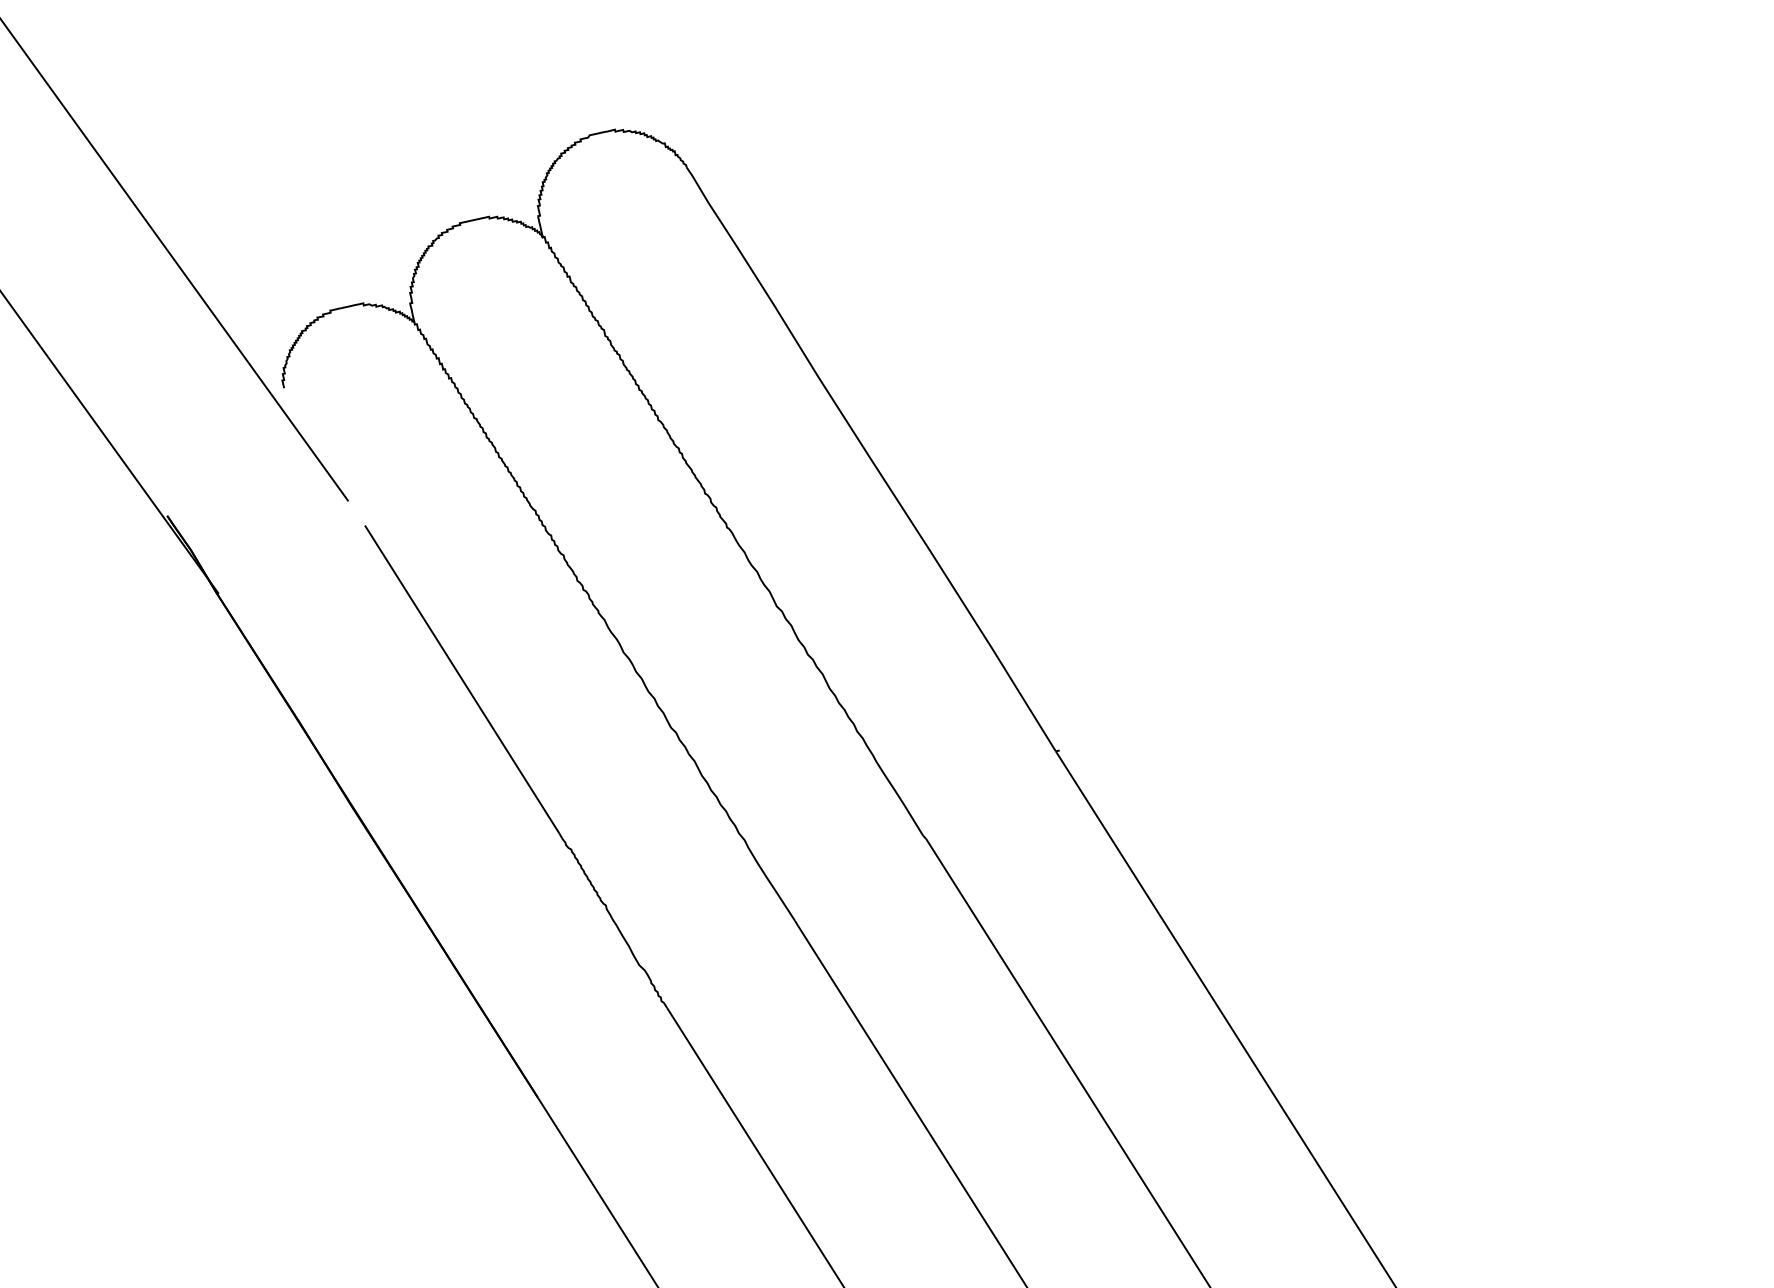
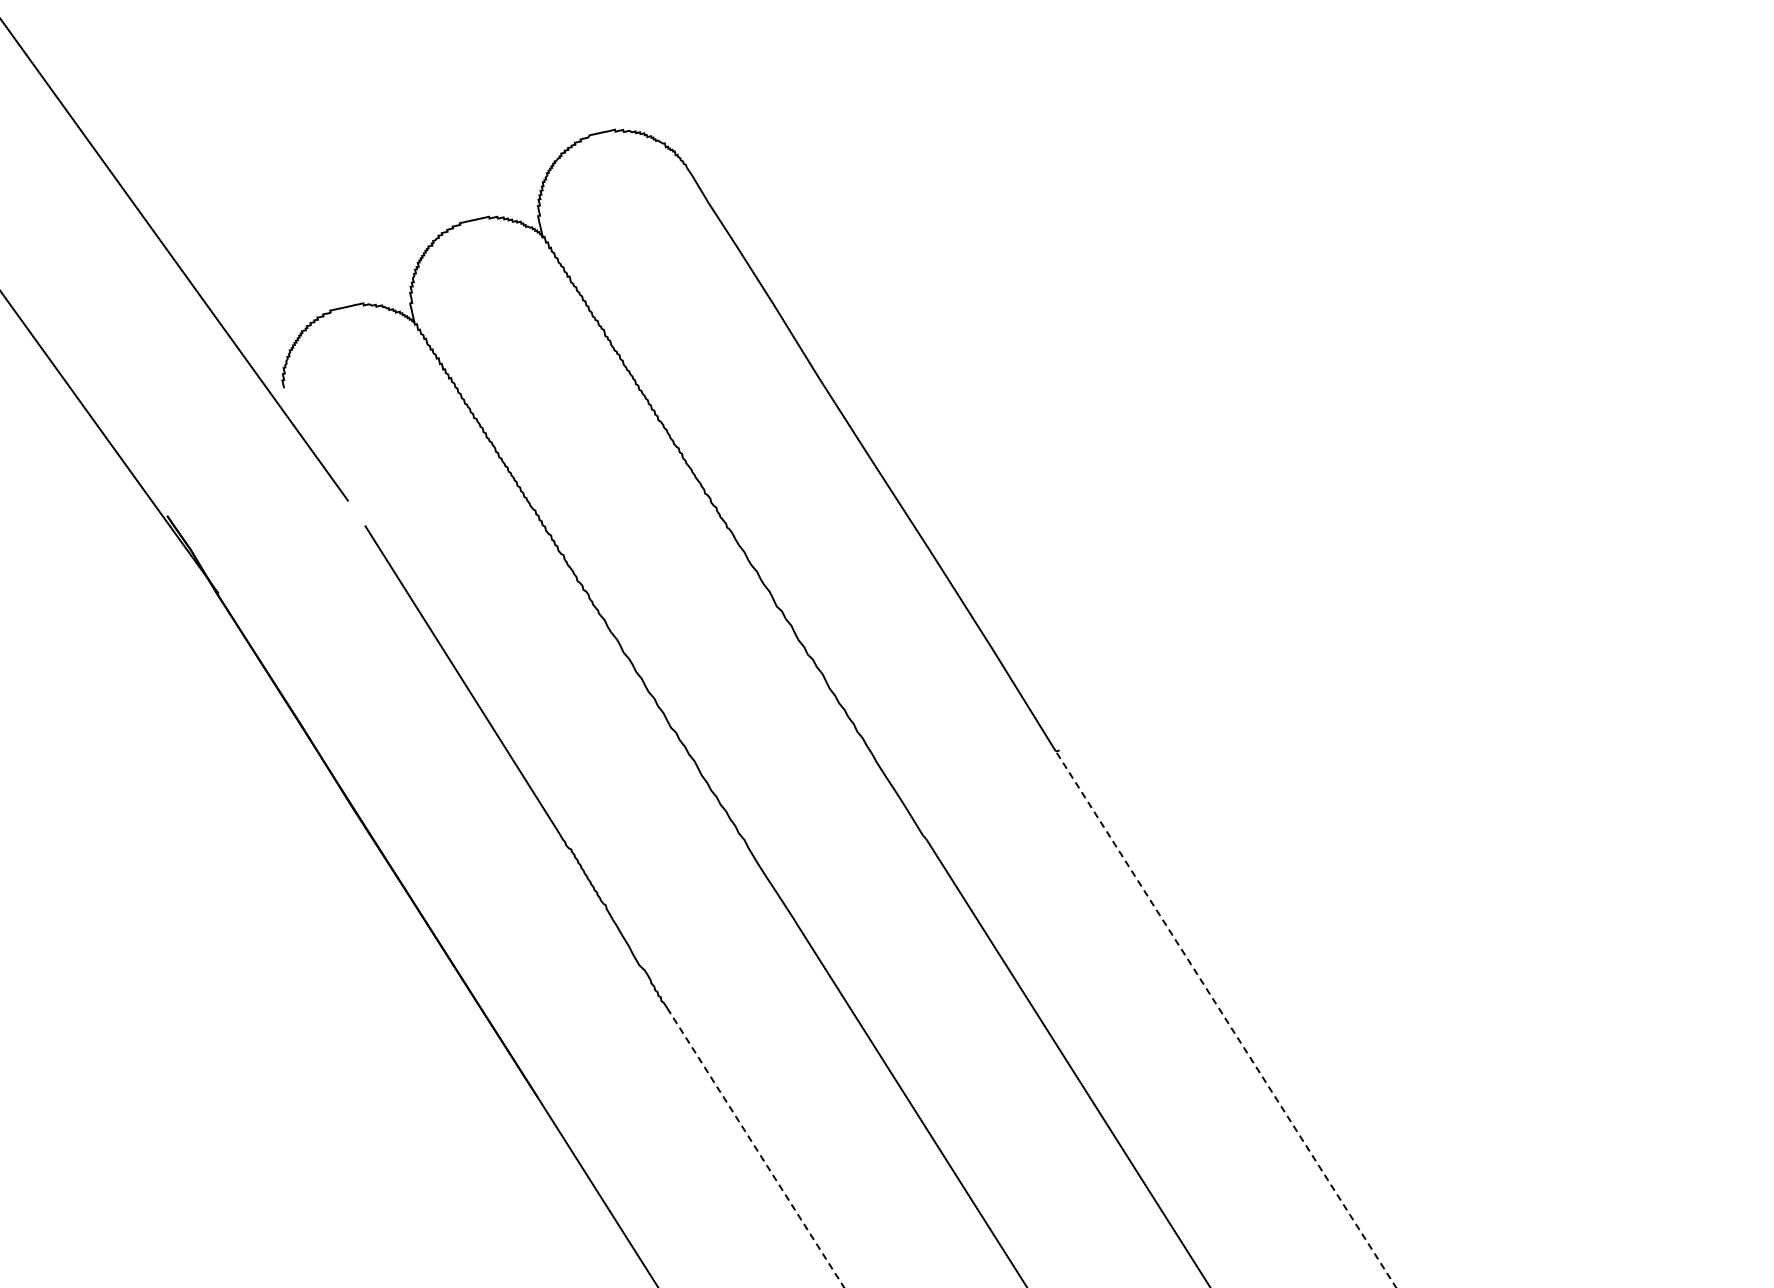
line at (1225, 1019): solid -> dashed
line at (755, 1148): solid -> dashed
